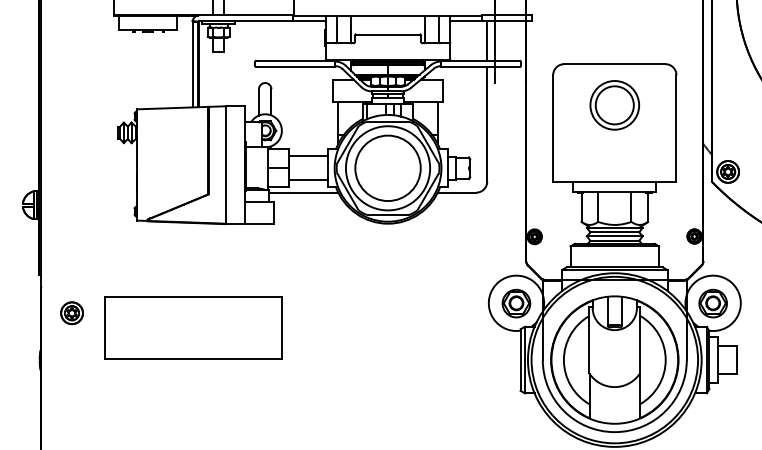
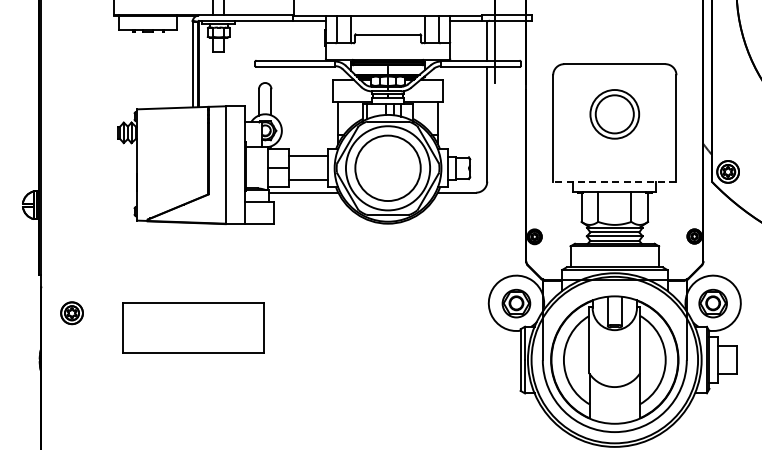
part at (614, 105) position: (614, 105) -> (614, 114)
line at (614, 181): solid -> dashed
part at (193, 327) size: 179x64 px -> 143x52 px
